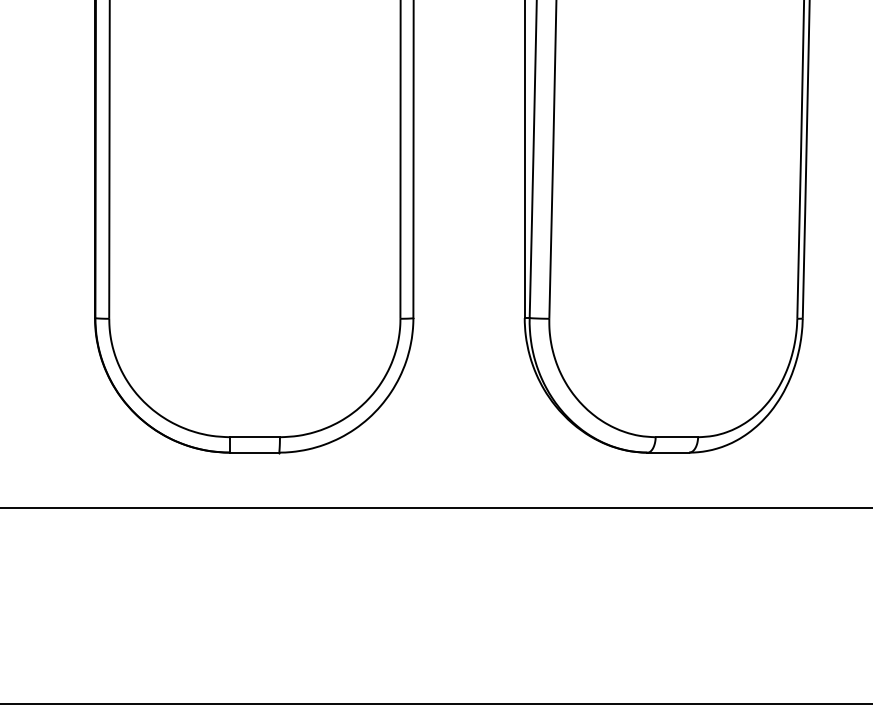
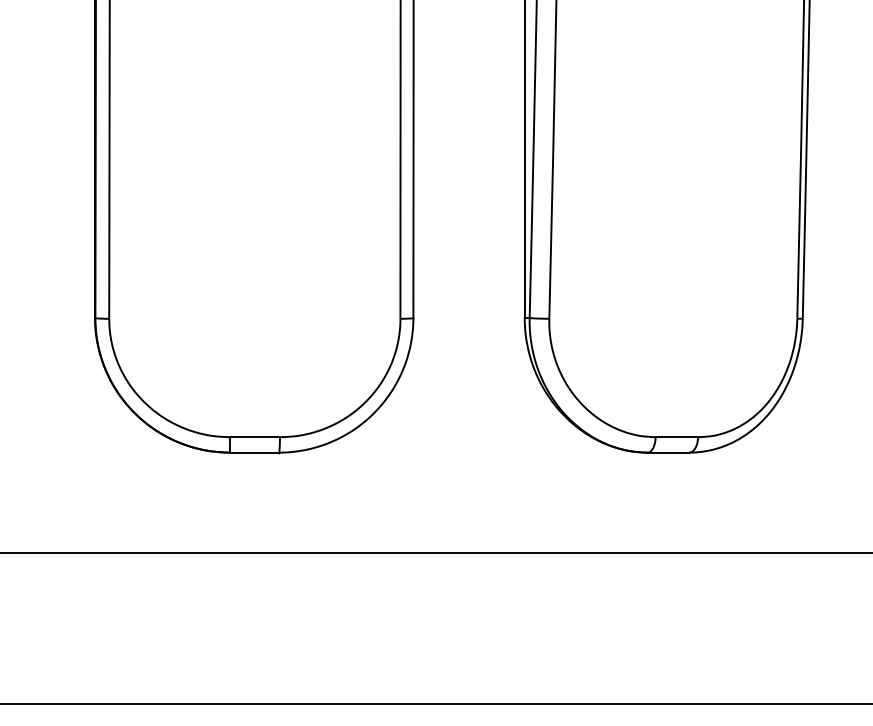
line at (435, 507) position: (435, 507) -> (435, 552)
